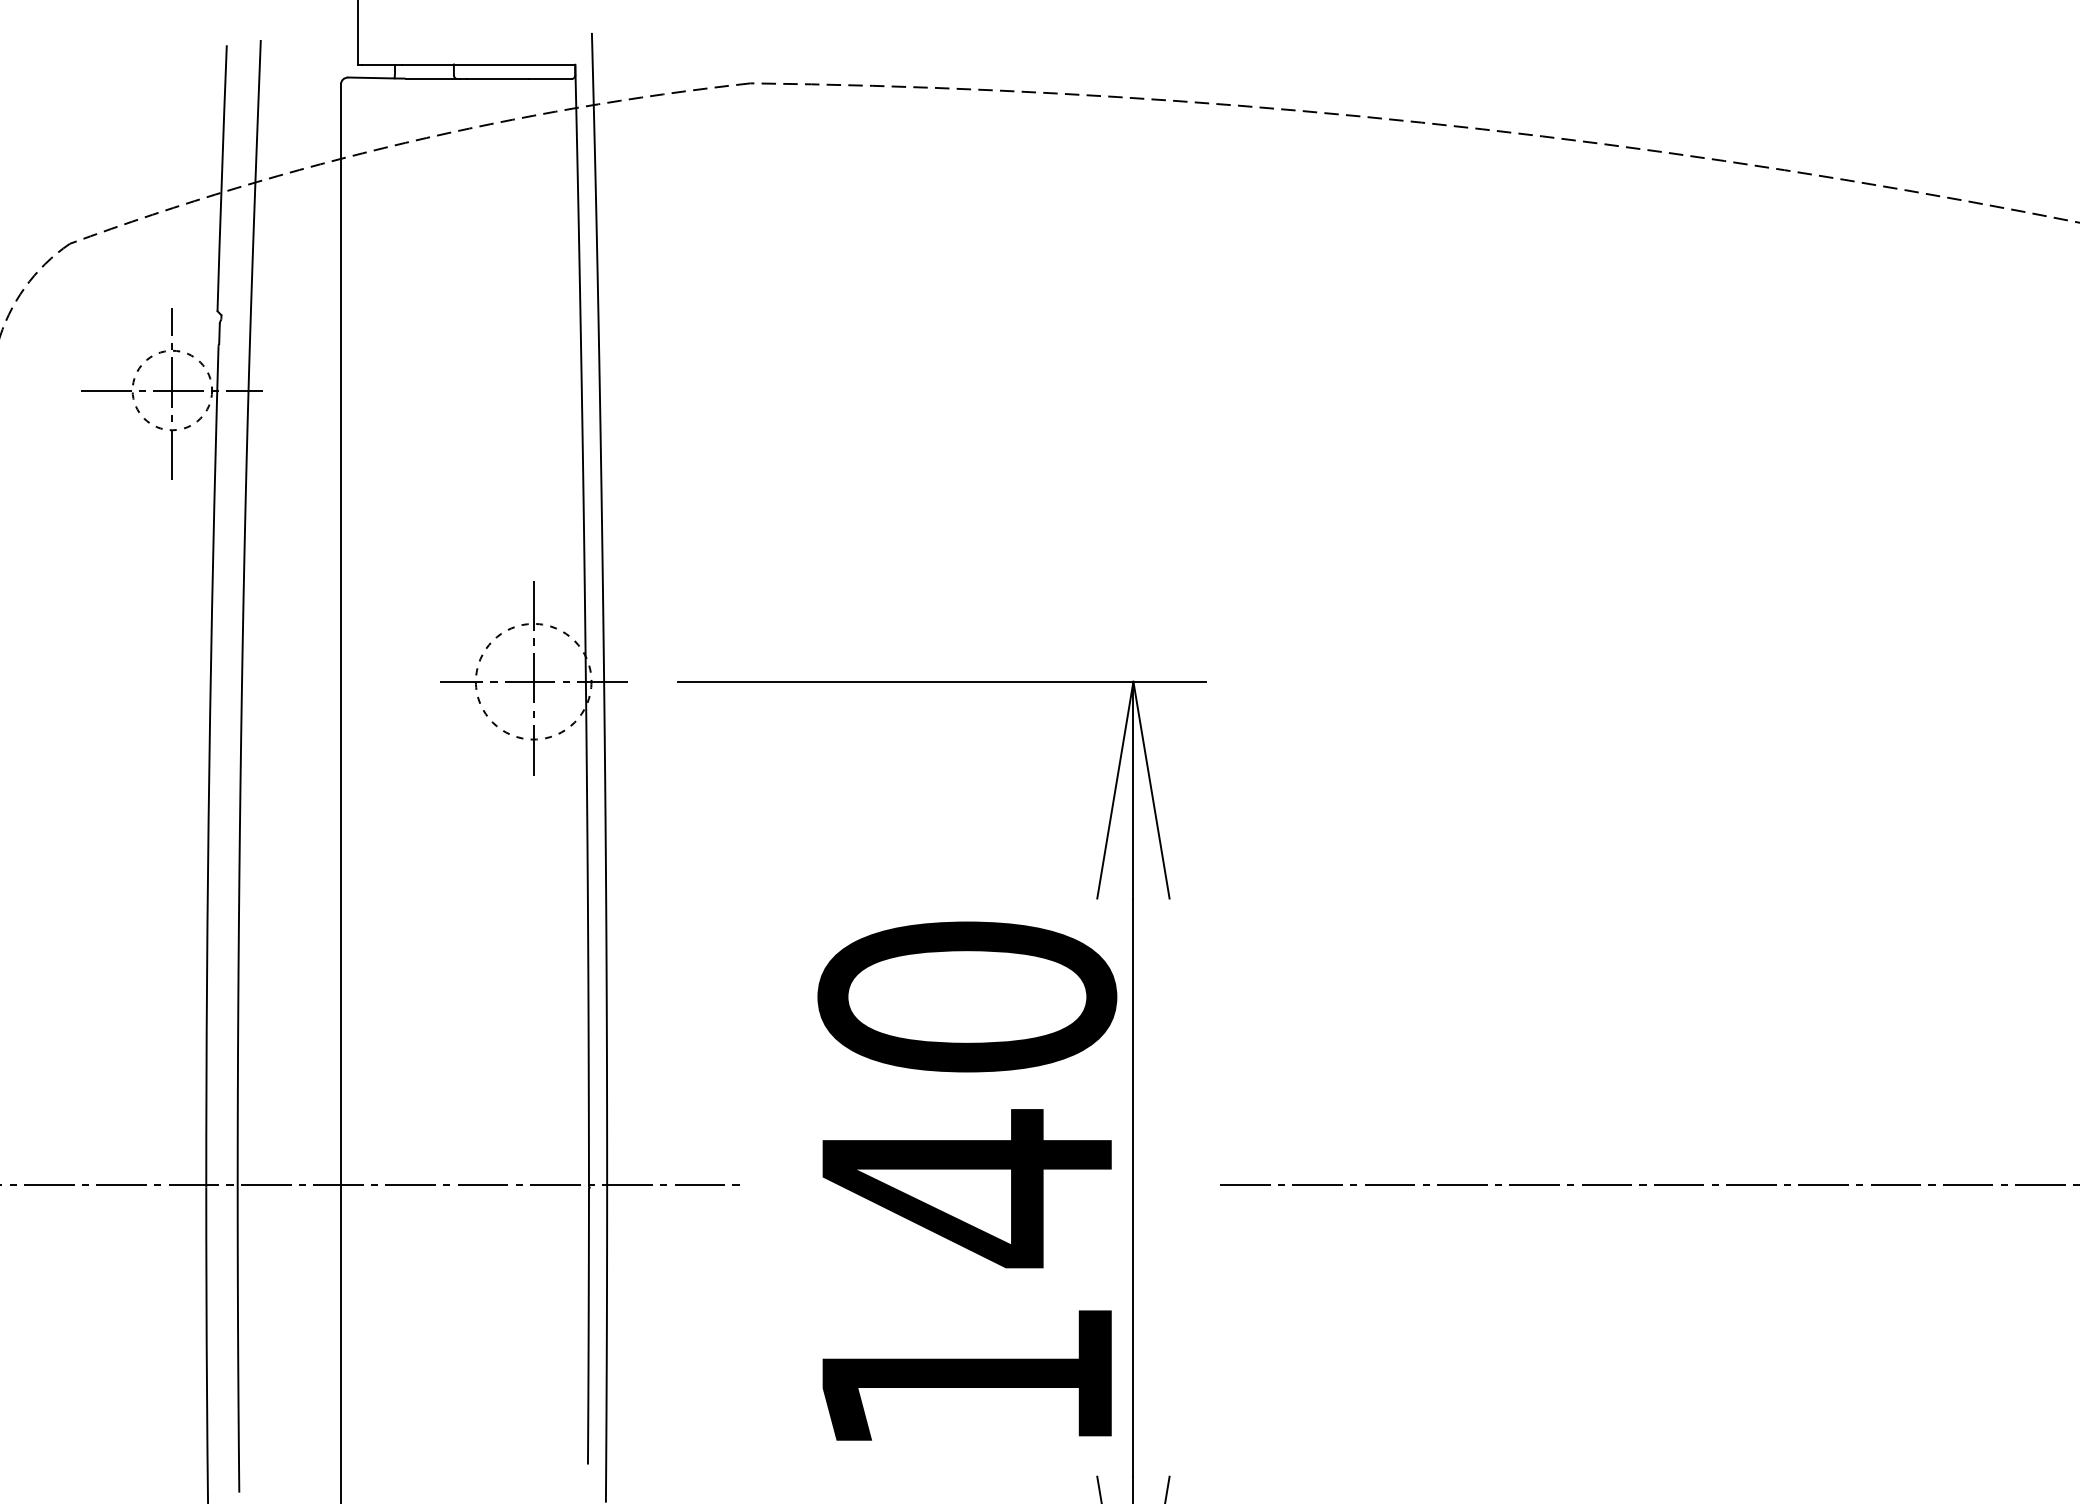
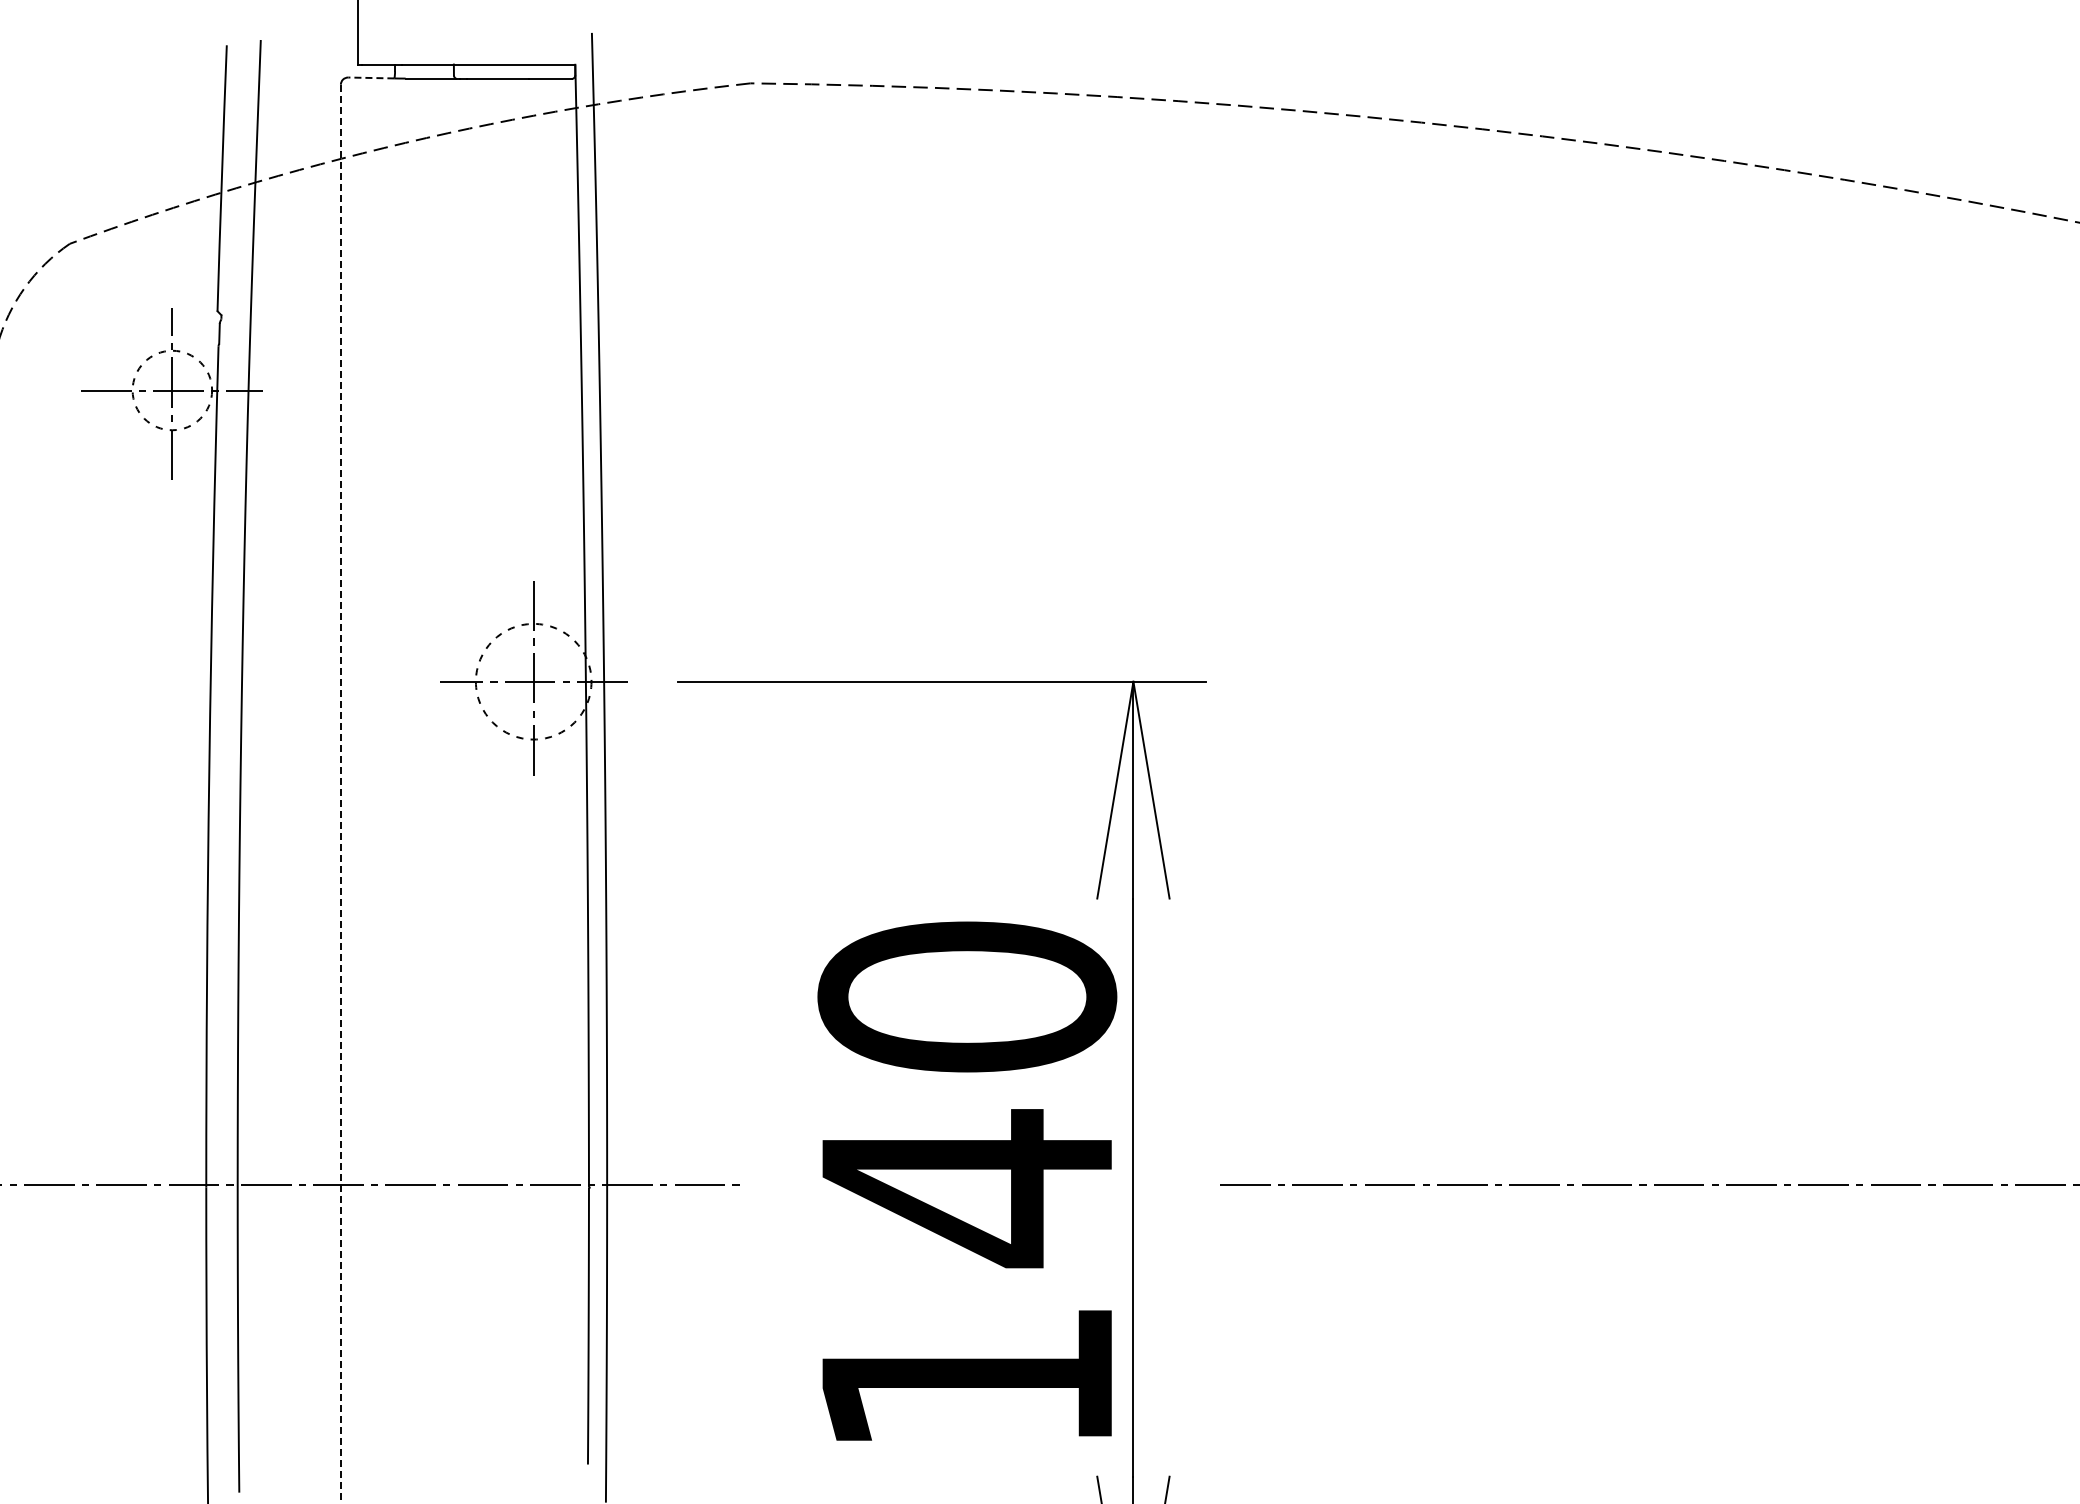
line at (371, 78): solid -> dashed
line at (340, 794): solid -> dashed
